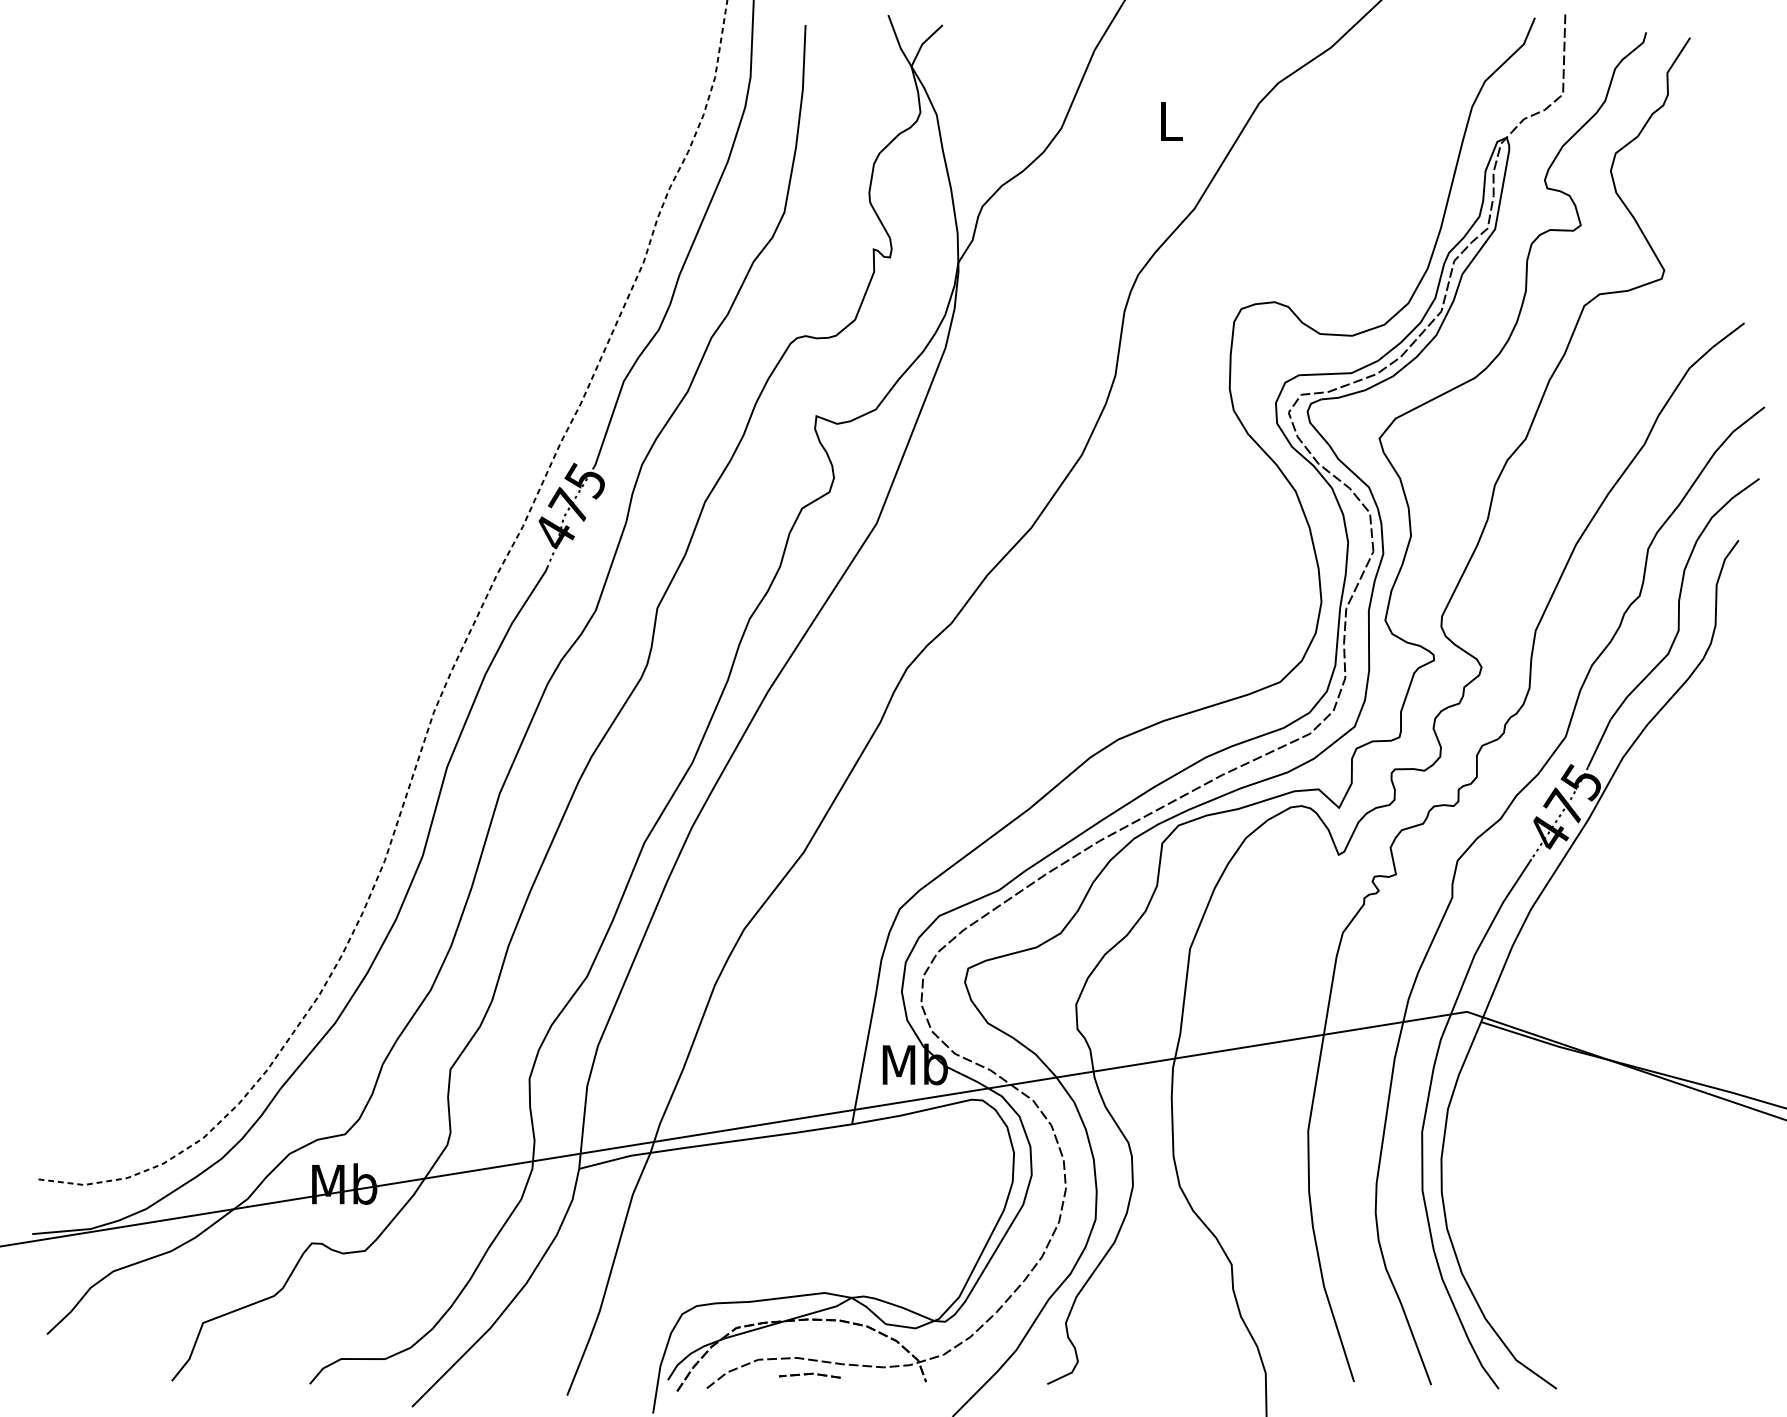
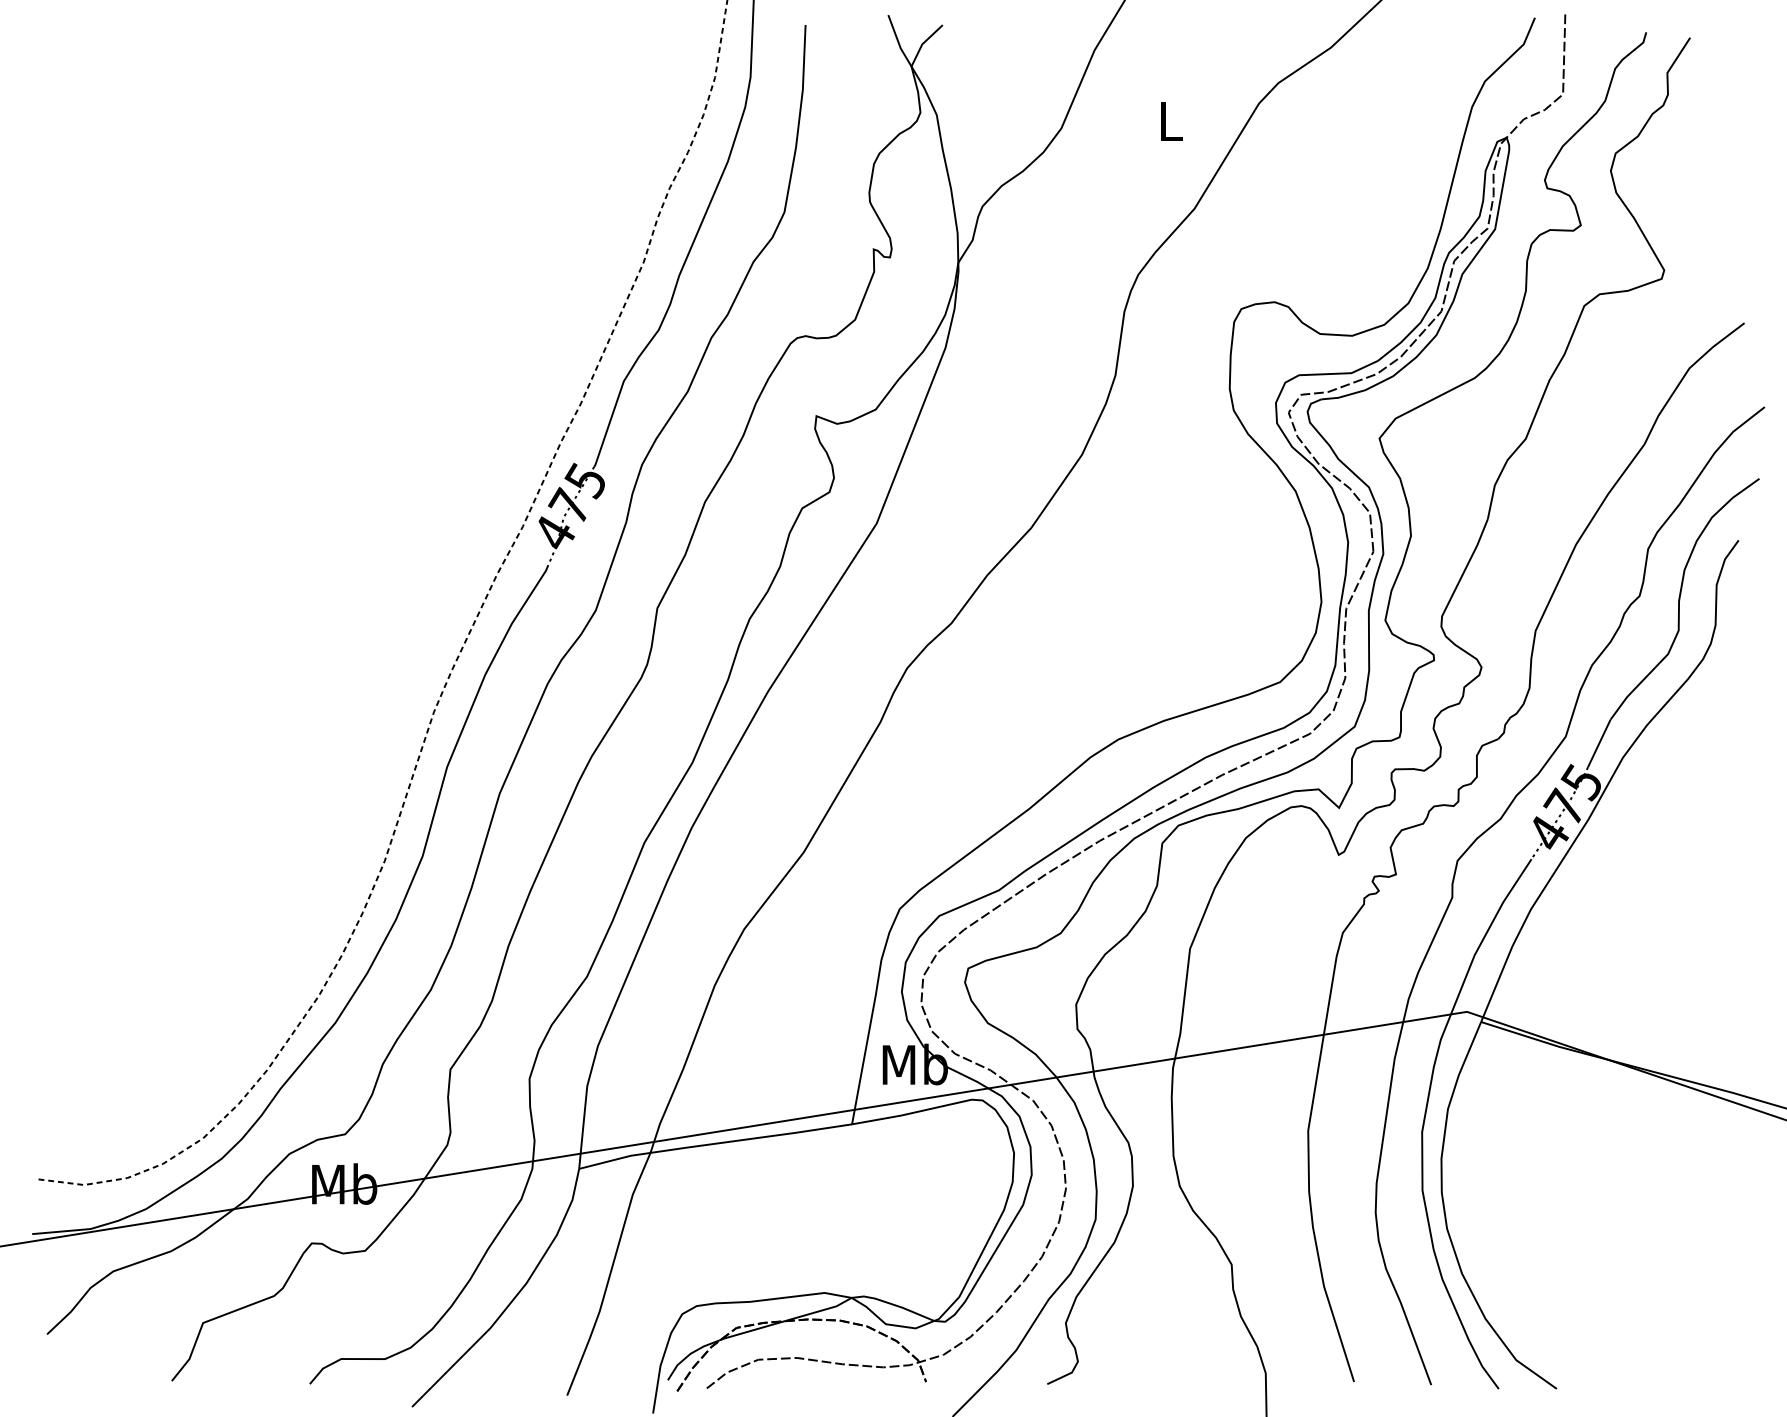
part at (809, 1375): present -> none
